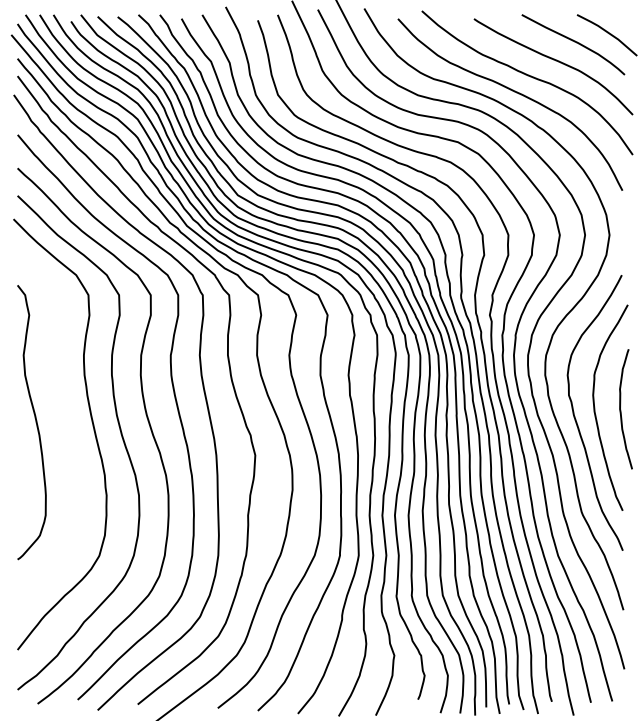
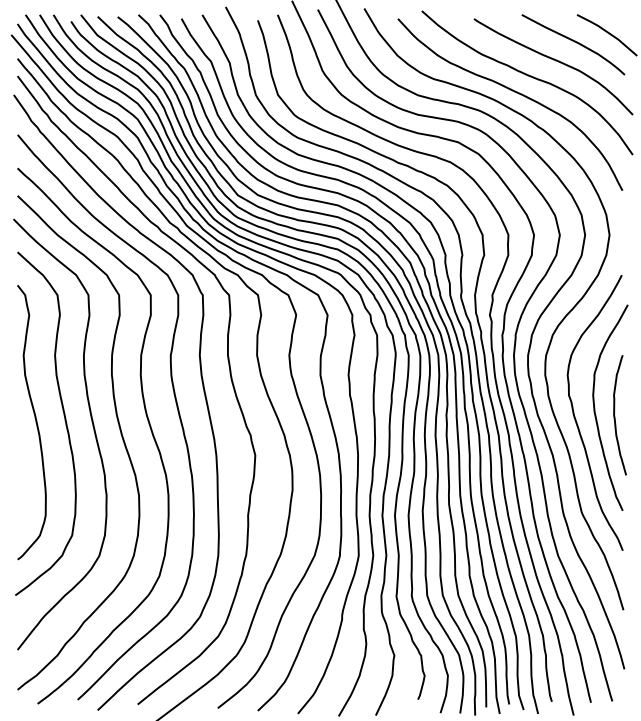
curve at (621, 410) position: (621, 410) -> (615, 416)
curve at (64, 420): none -> present
